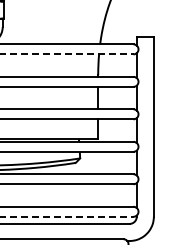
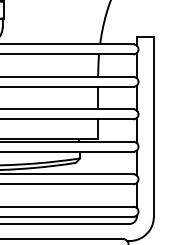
line at (66, 54): dashed -> solid
line at (66, 216): dashed -> solid
